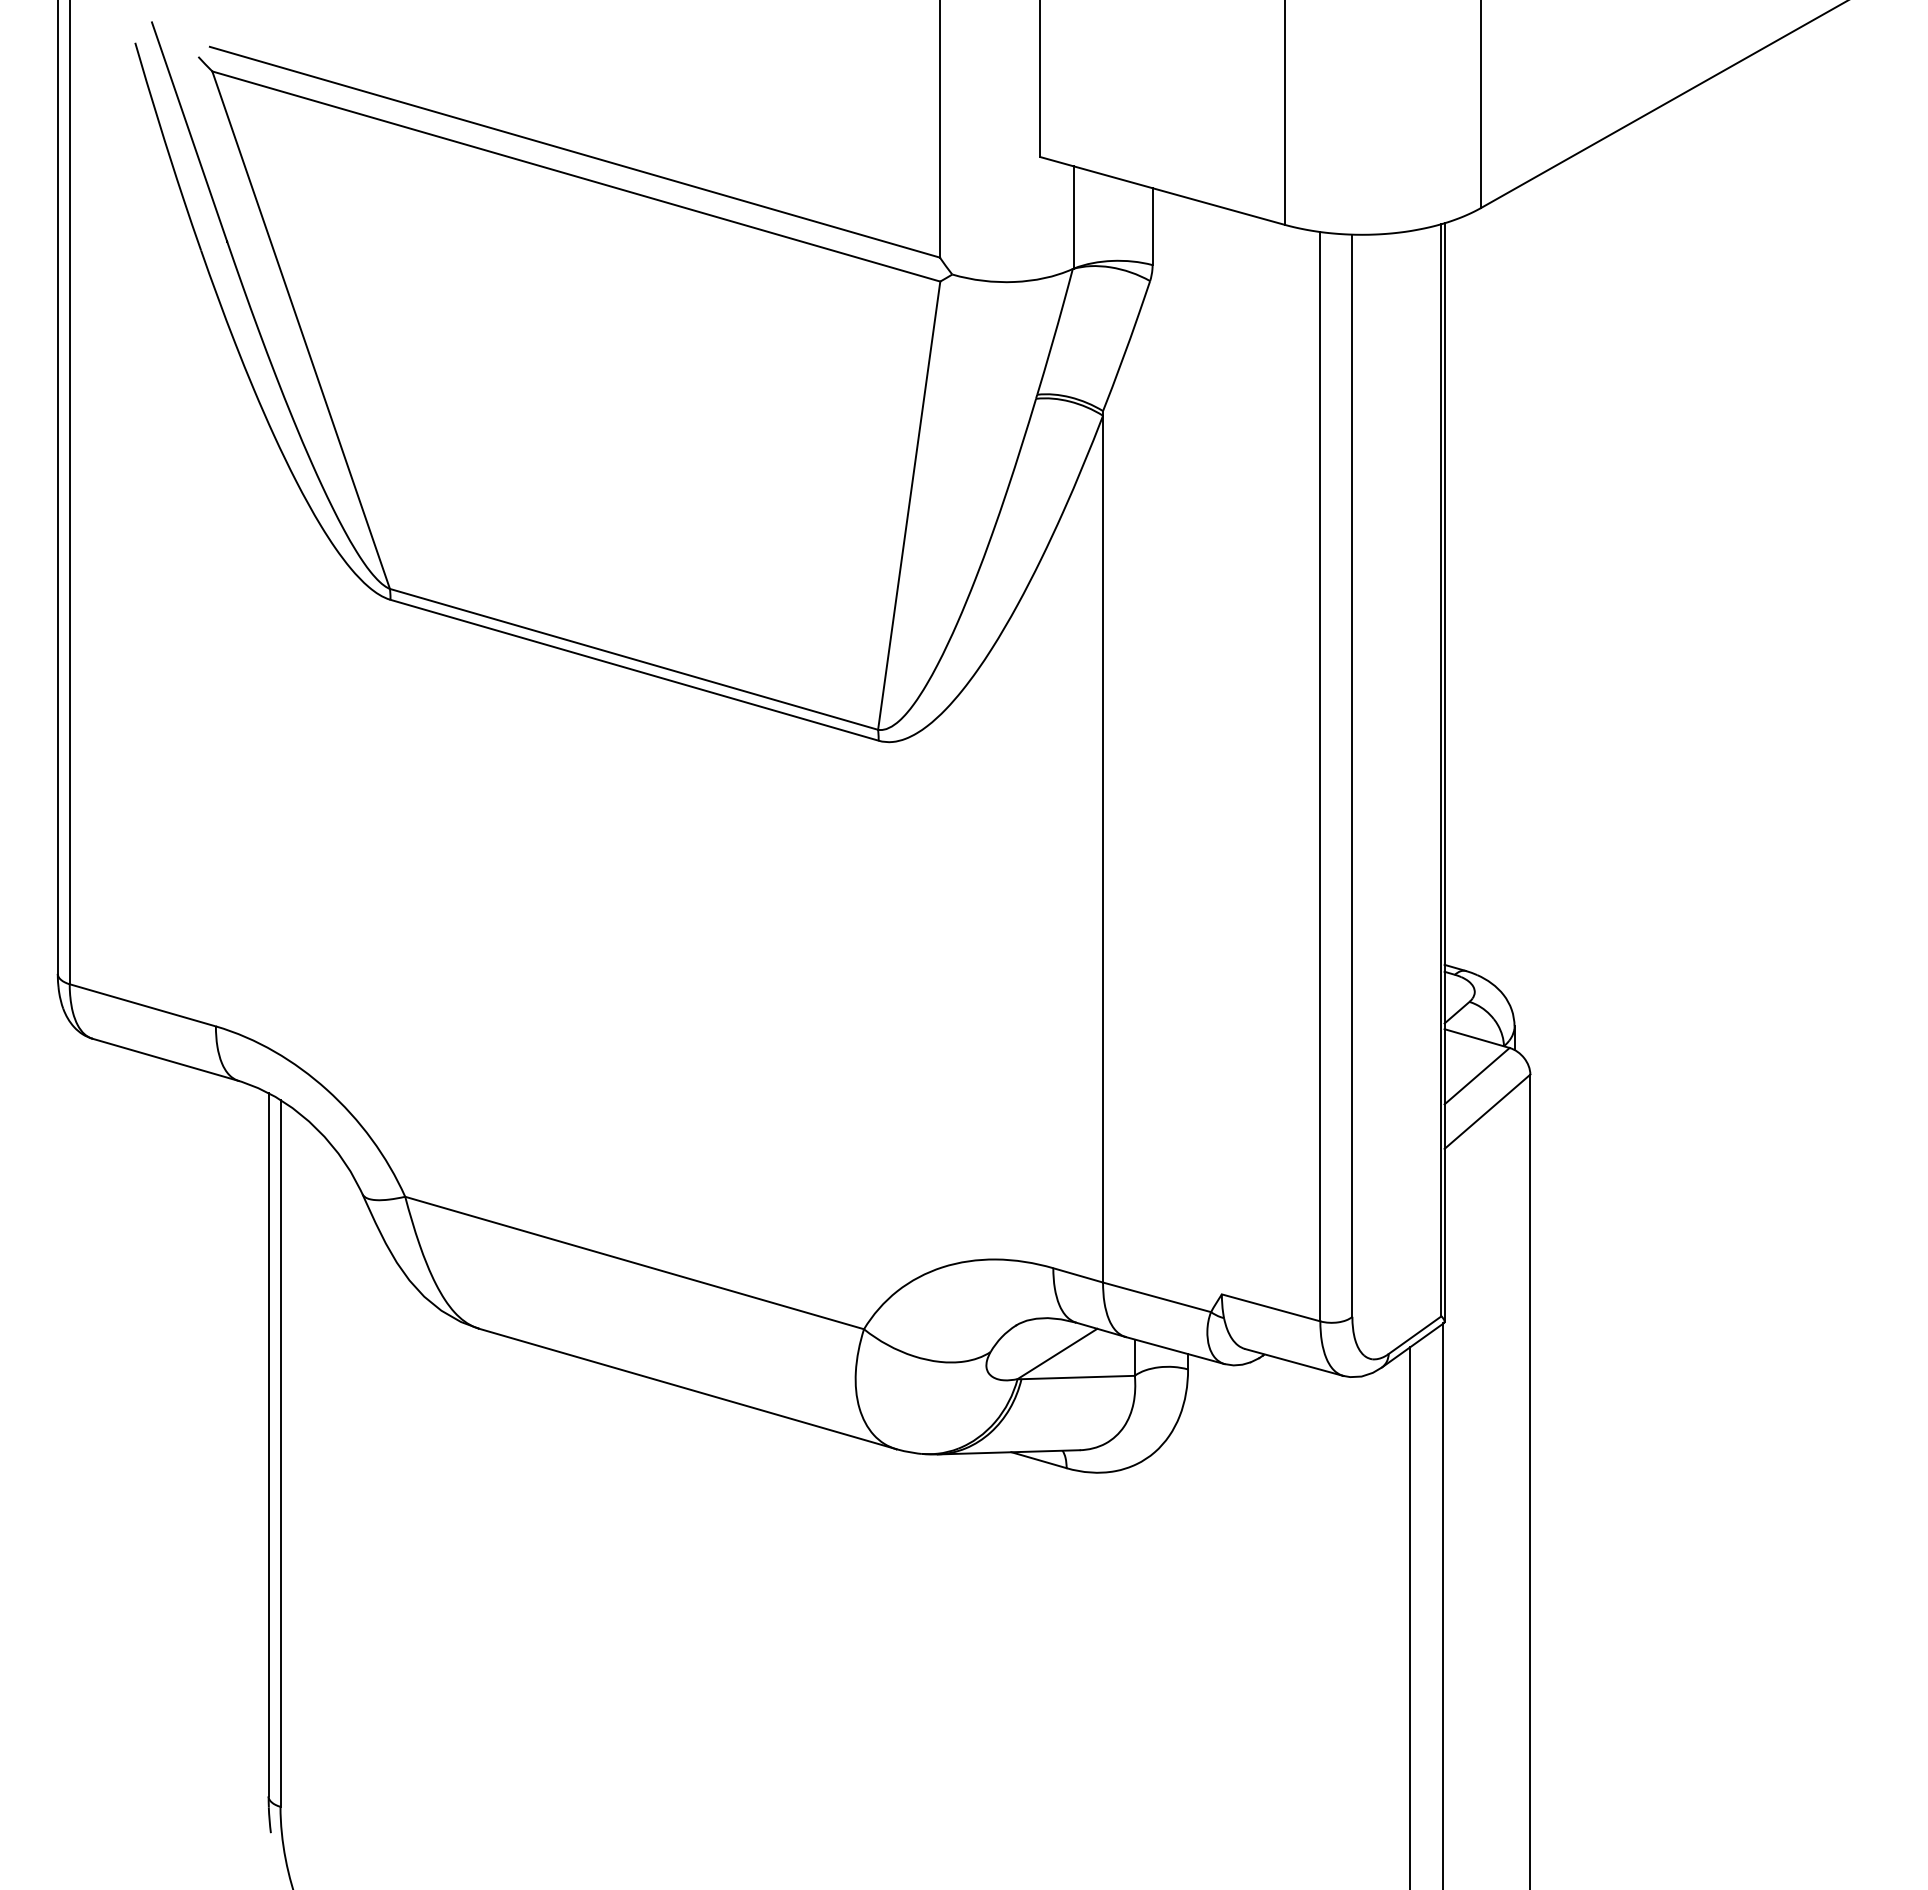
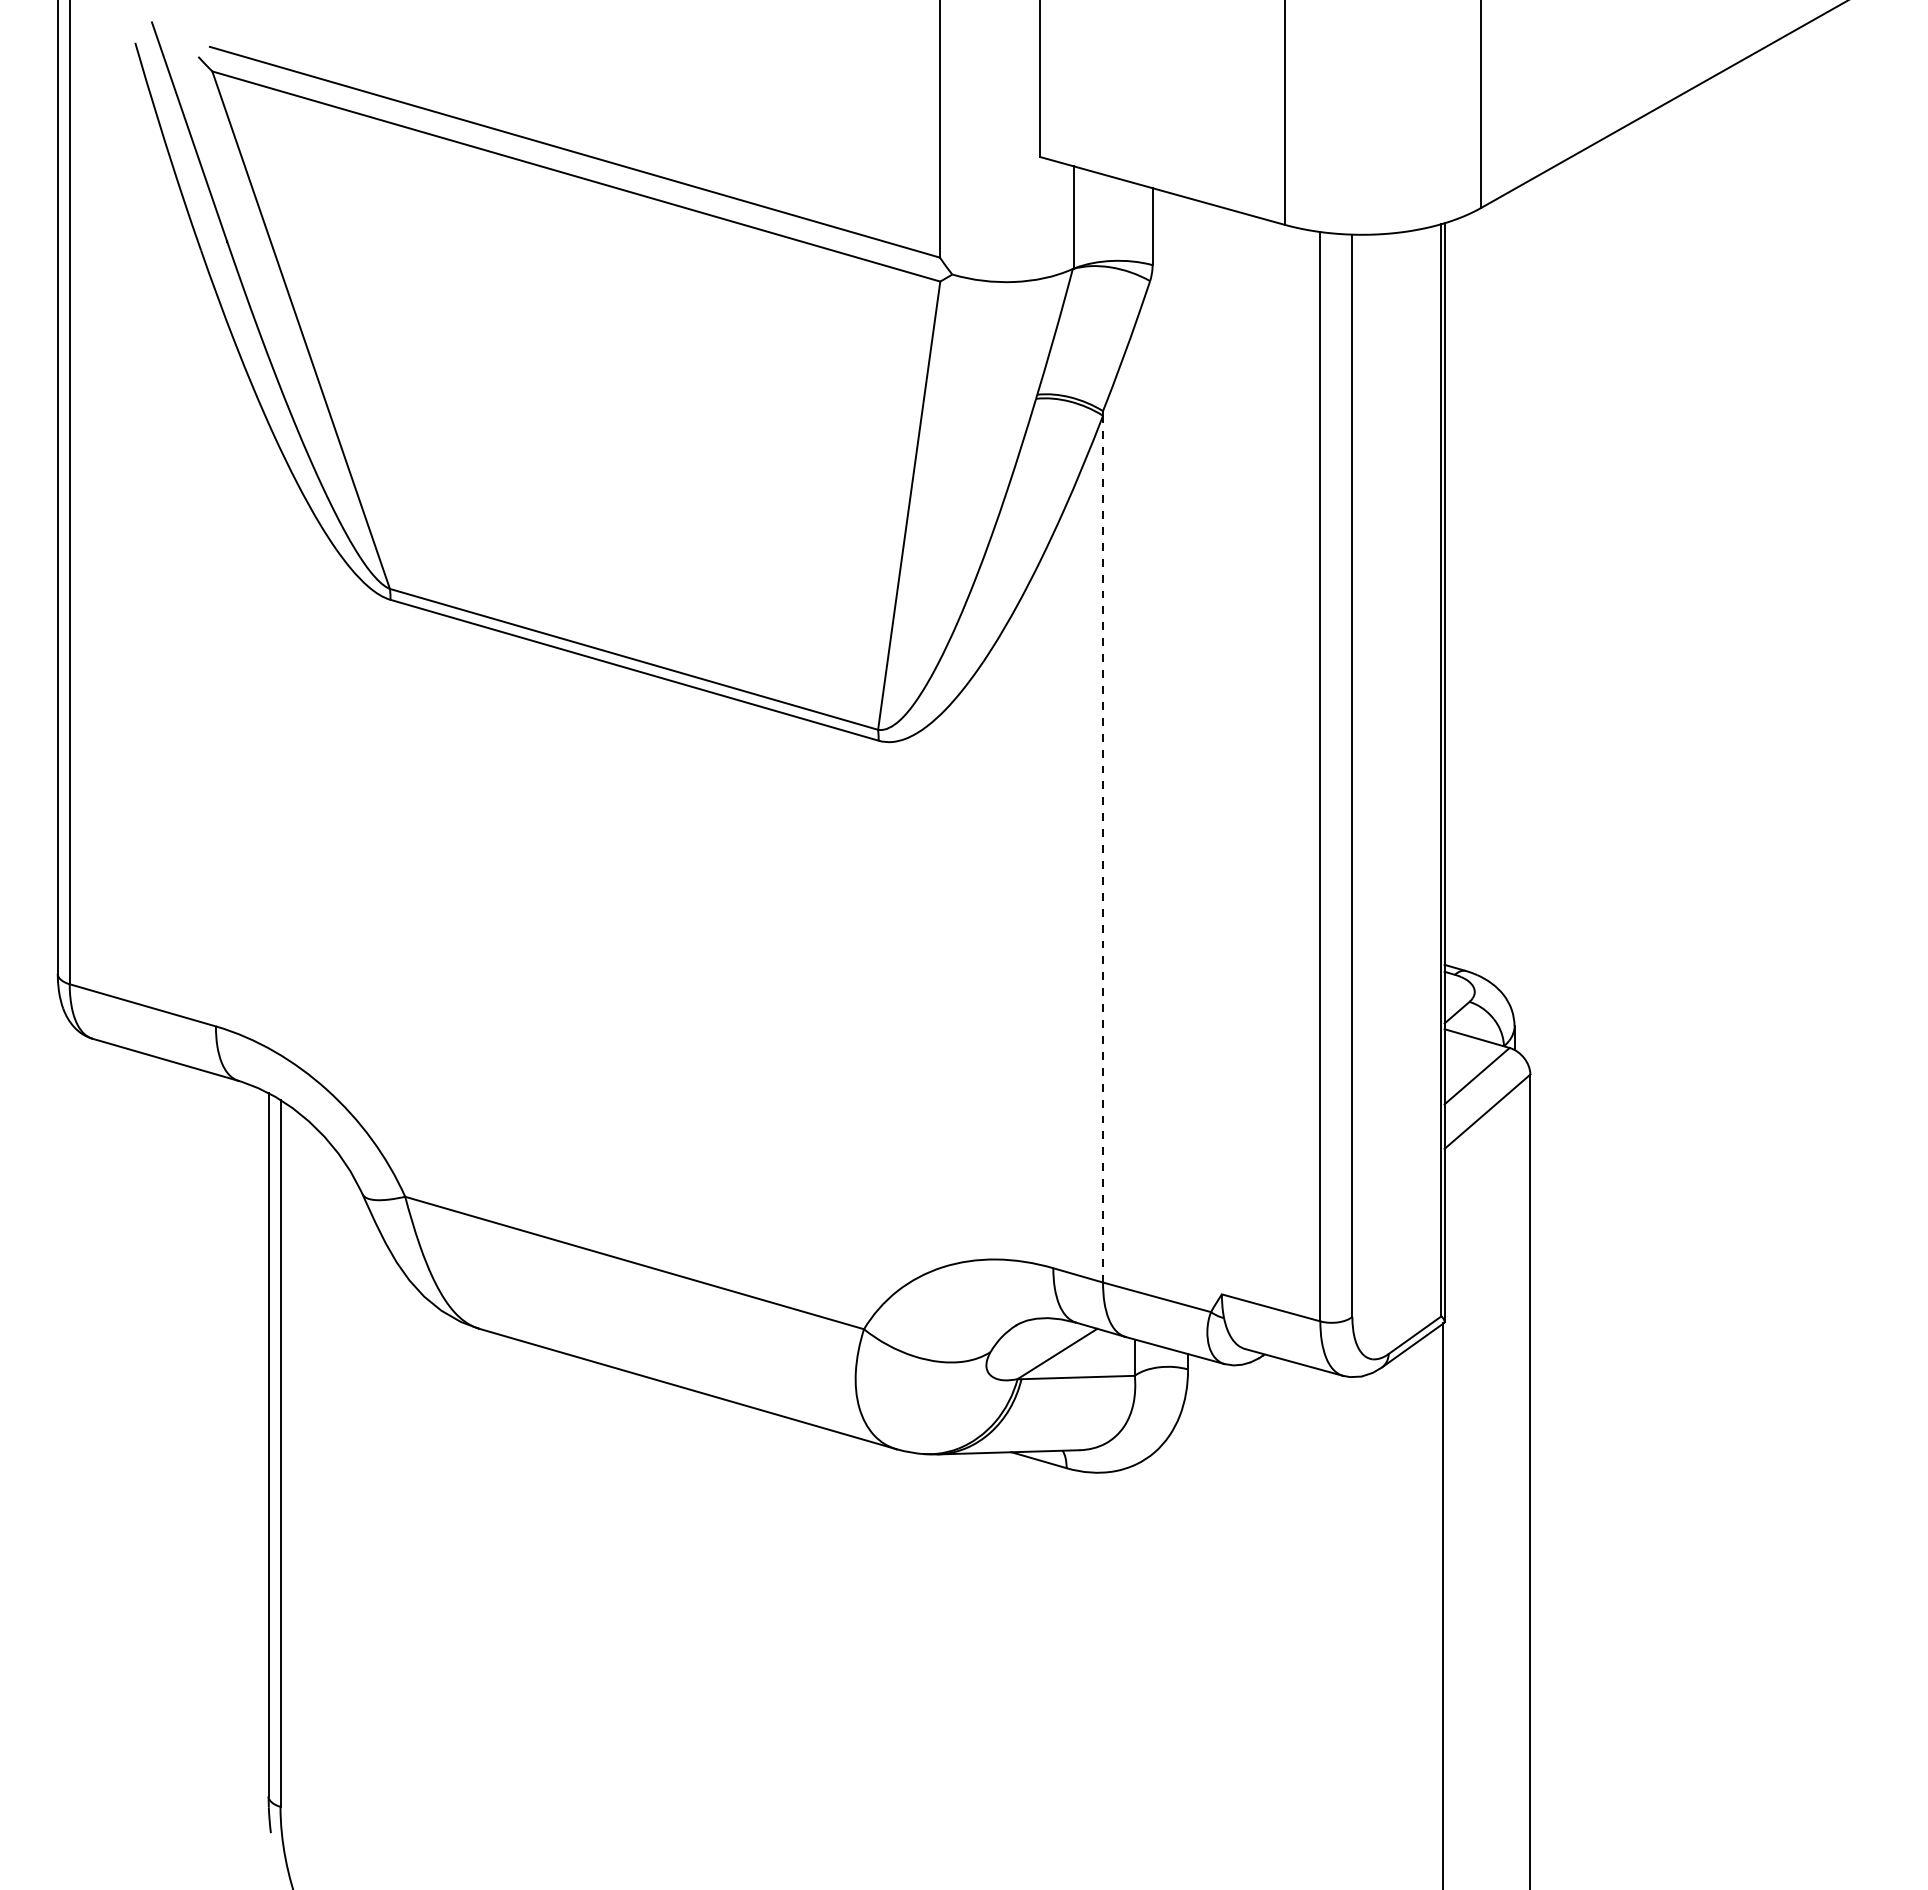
line at (1103, 848): solid -> dashed
line at (1410, 1616): present -> none
